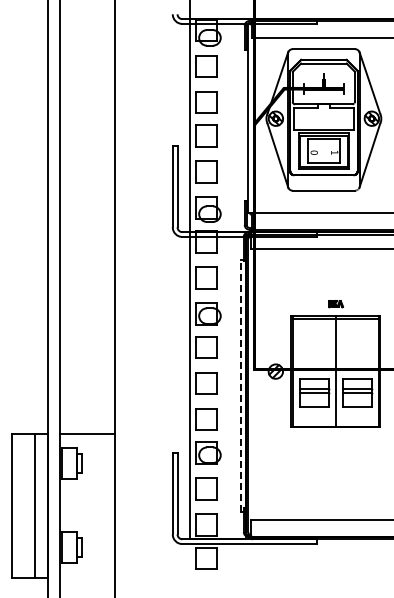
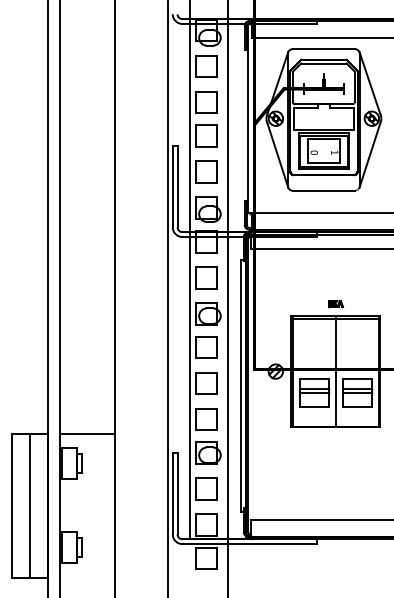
line at (167, 298): none -> present
line at (227, 298): none -> present
line at (241, 385): dashed -> solid
line at (35, 505) position: (35, 505) -> (30, 505)
